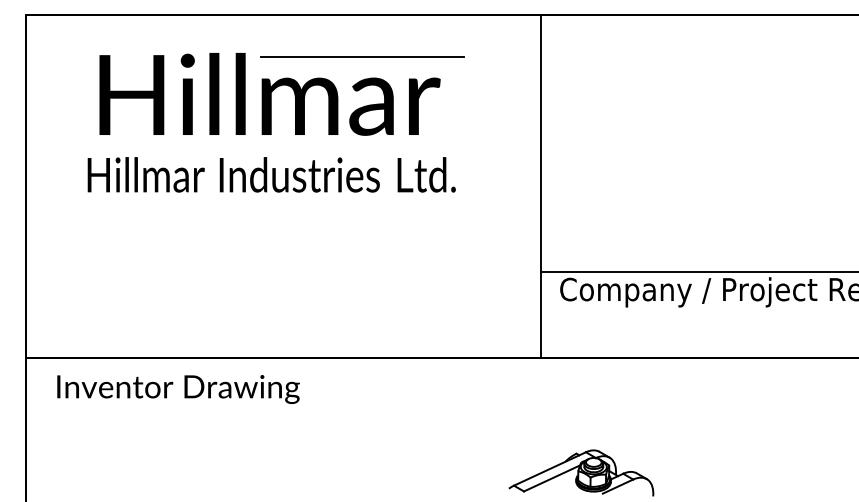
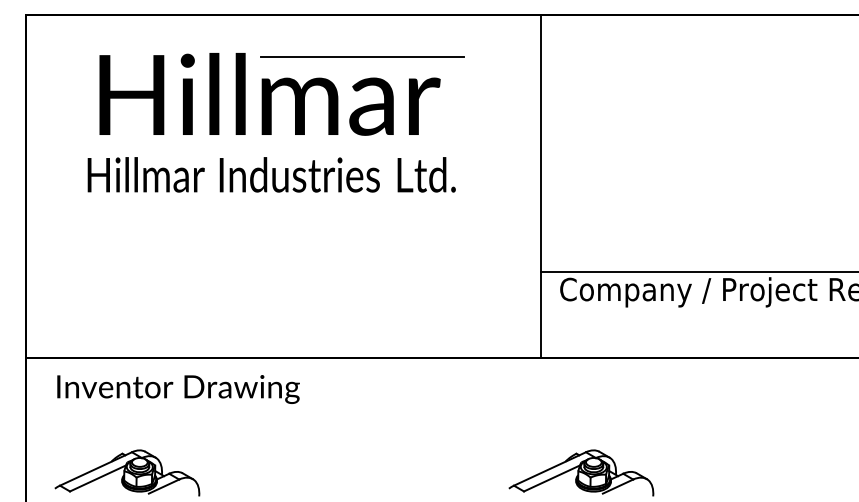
part at (127, 472): none -> present
